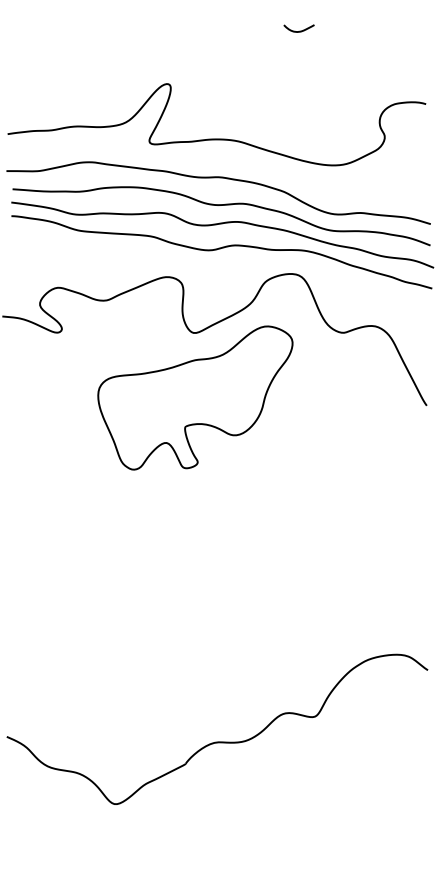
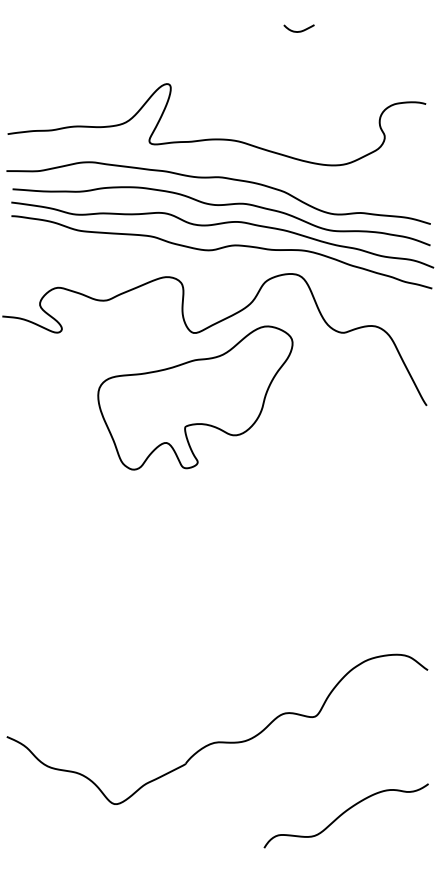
curve at (344, 813): none -> present
